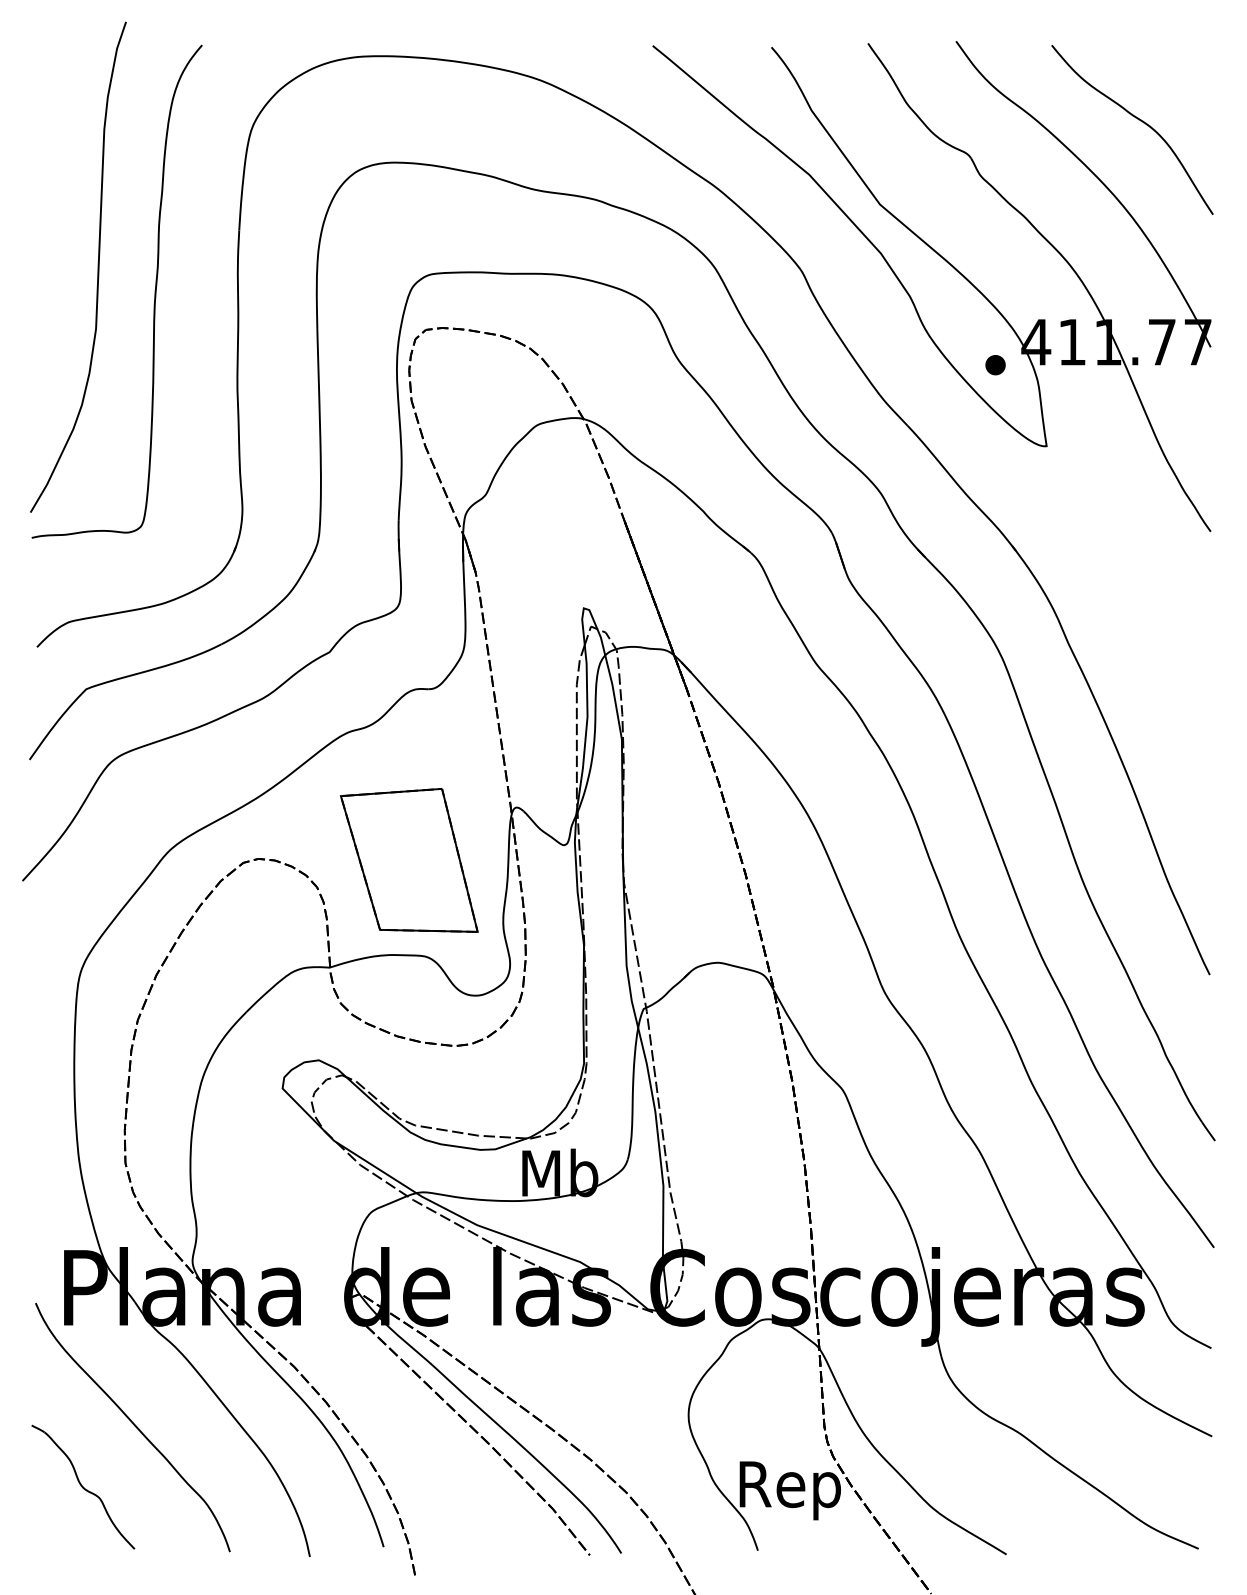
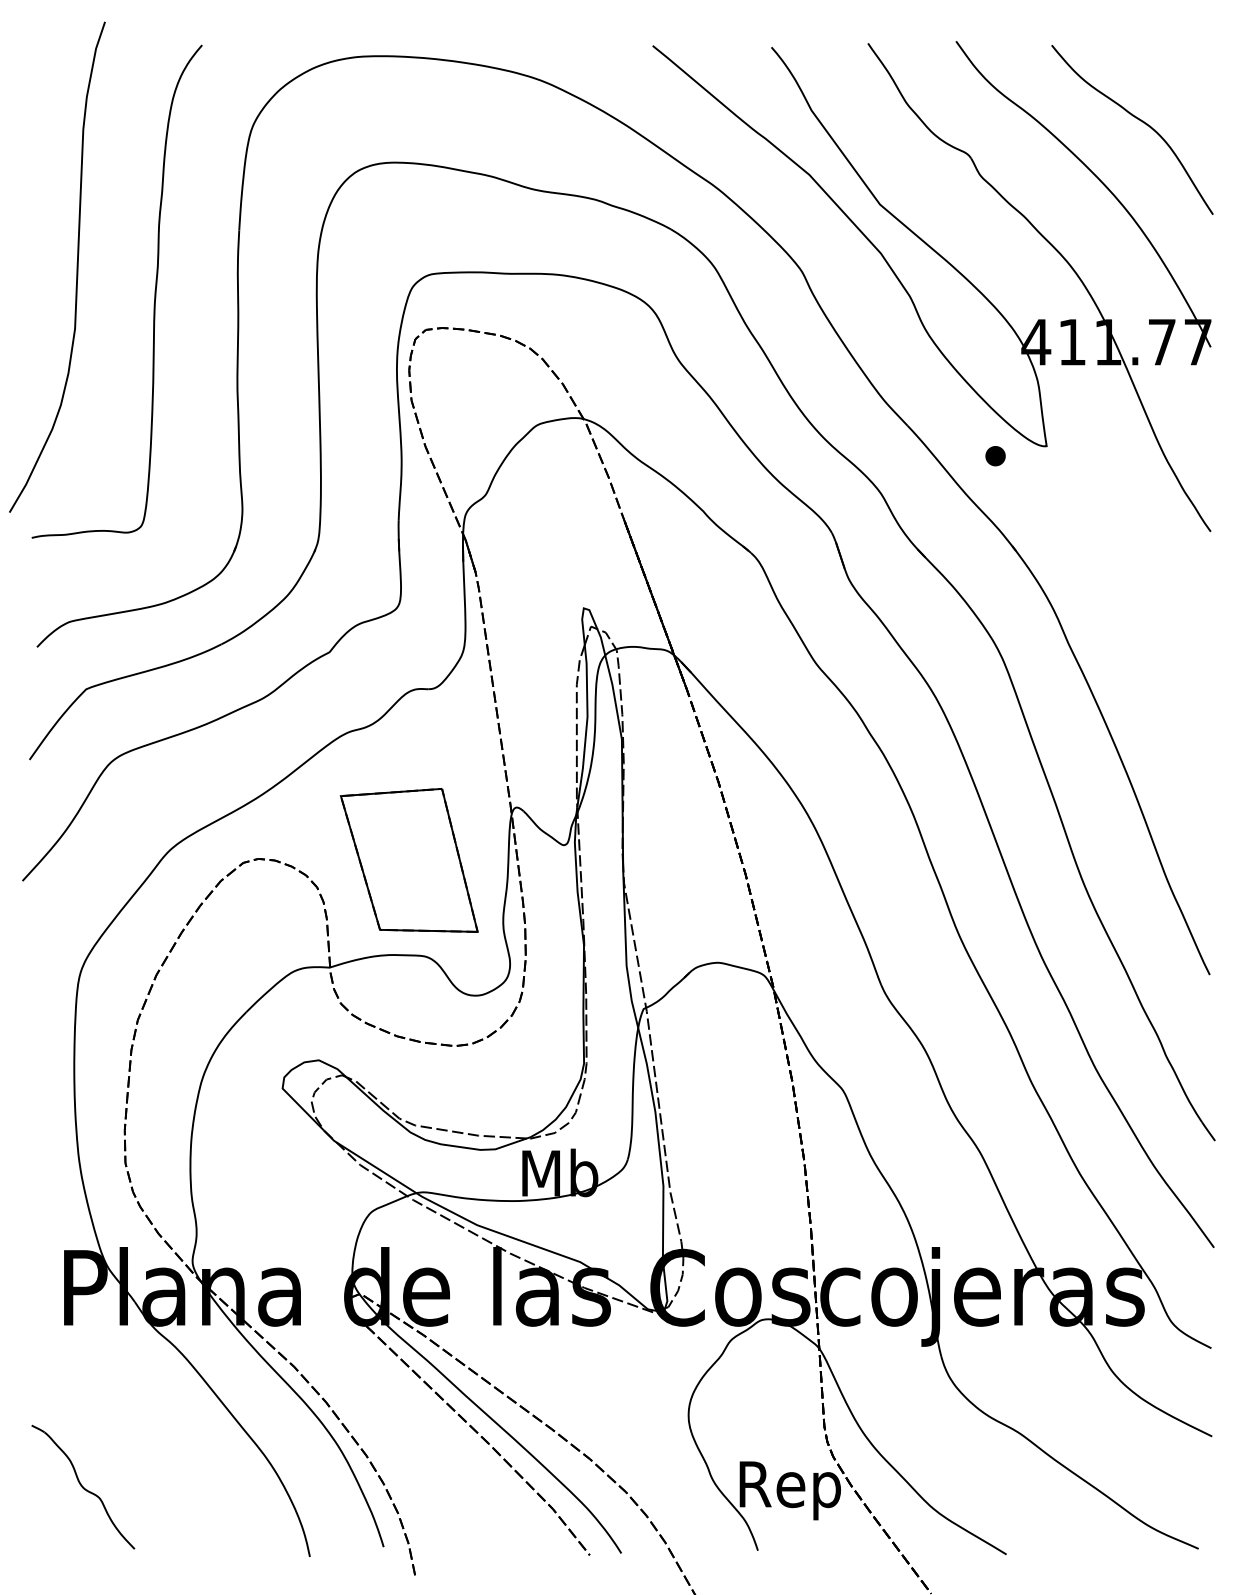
curve at (97, 266) position: (97, 266) -> (76, 266)
part at (995, 365) position: (995, 365) -> (995, 456)
curve at (133, 1425): present -> none
